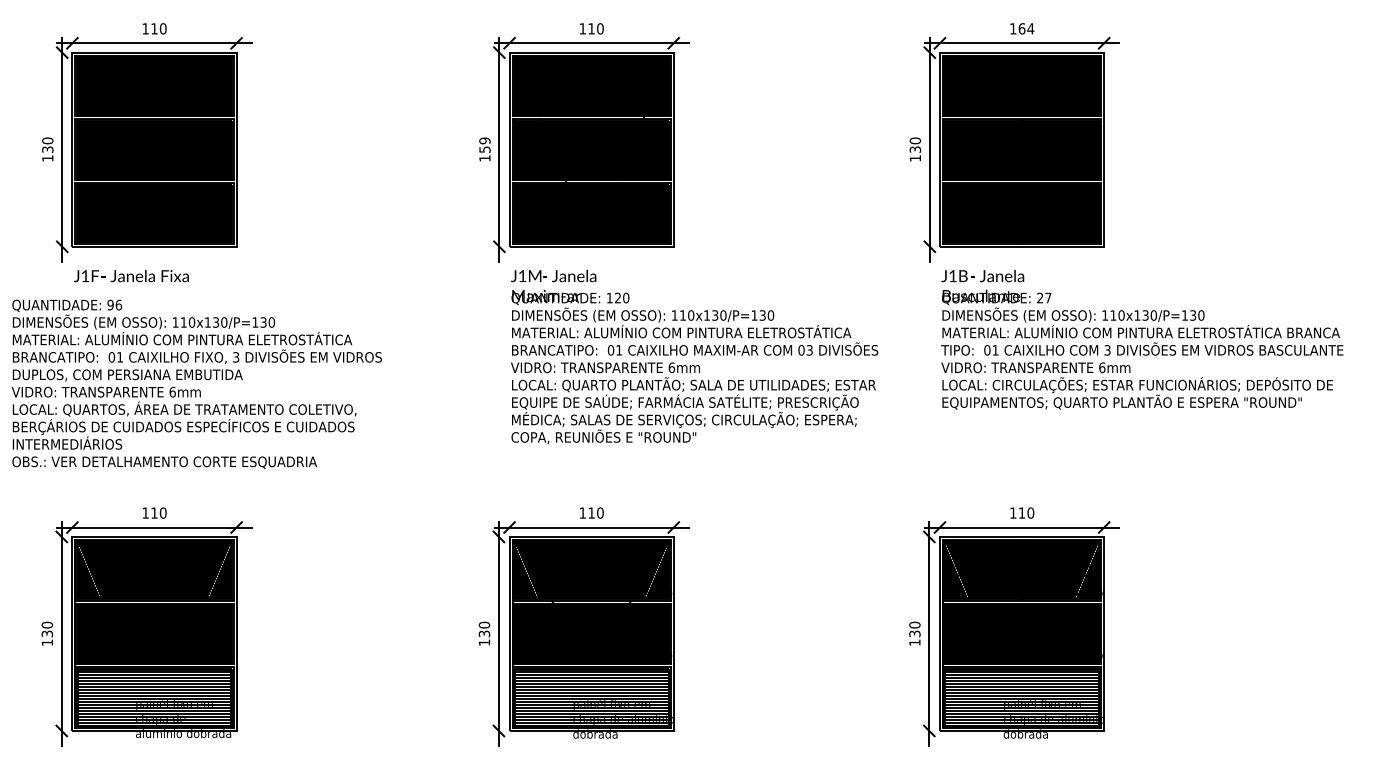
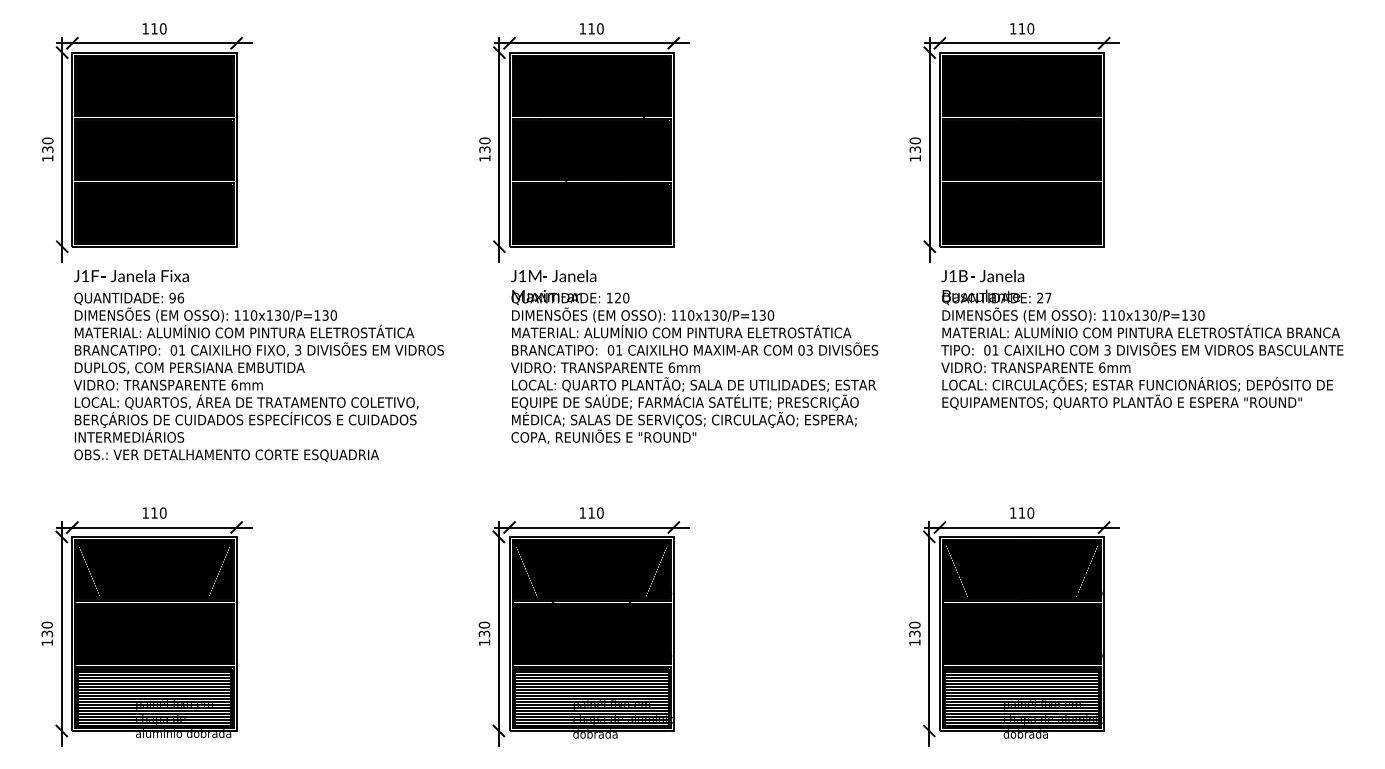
text at (1026, 28): 164 -> 110
text at (484, 144): 159 -> 130
text at (196, 383) position: (196, 383) -> (258, 376)
